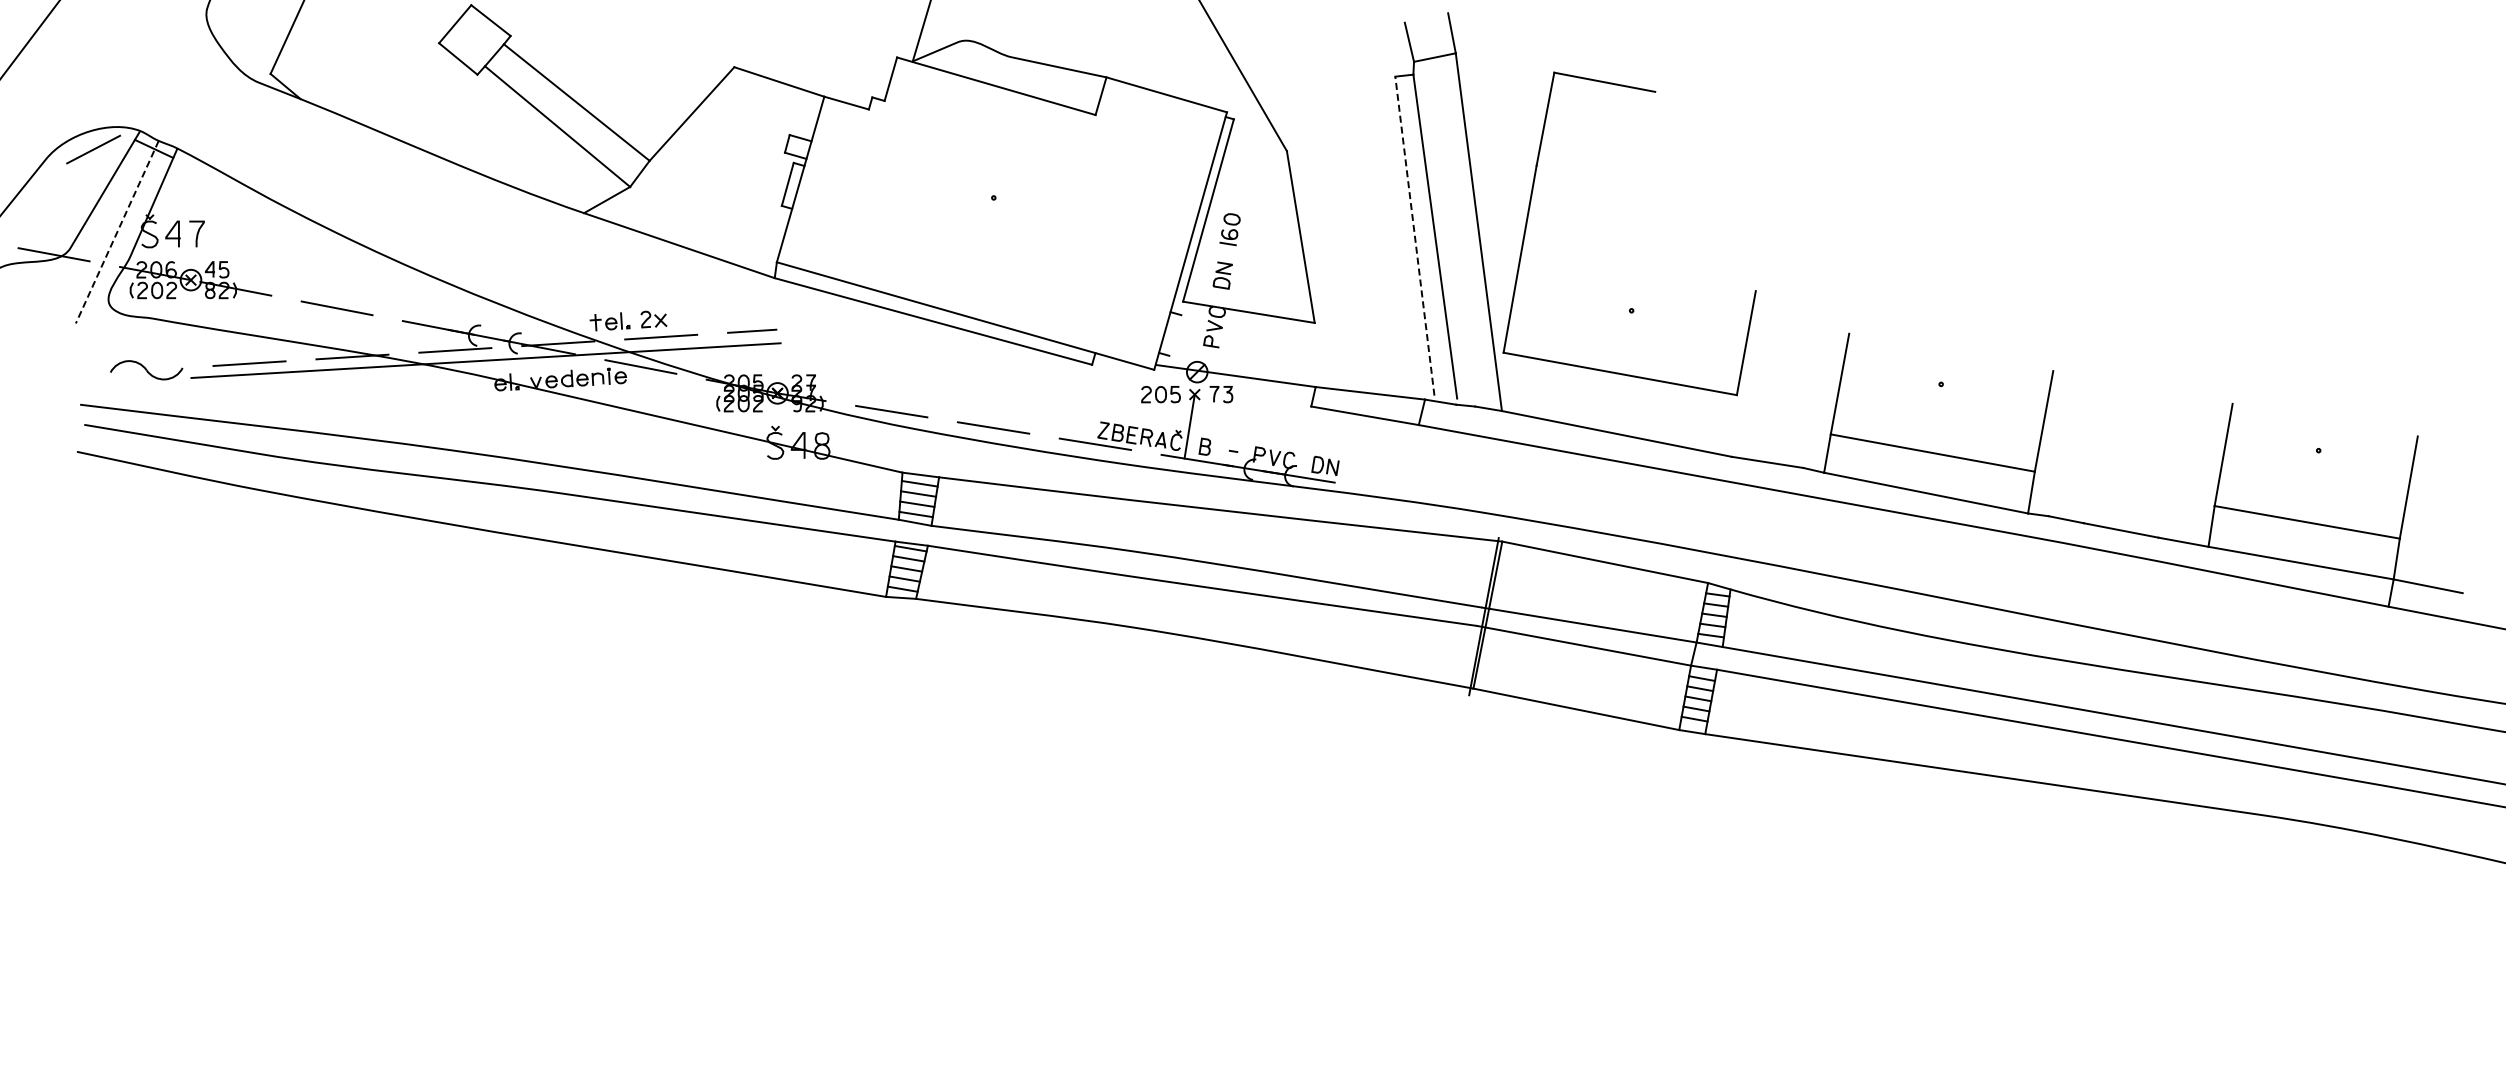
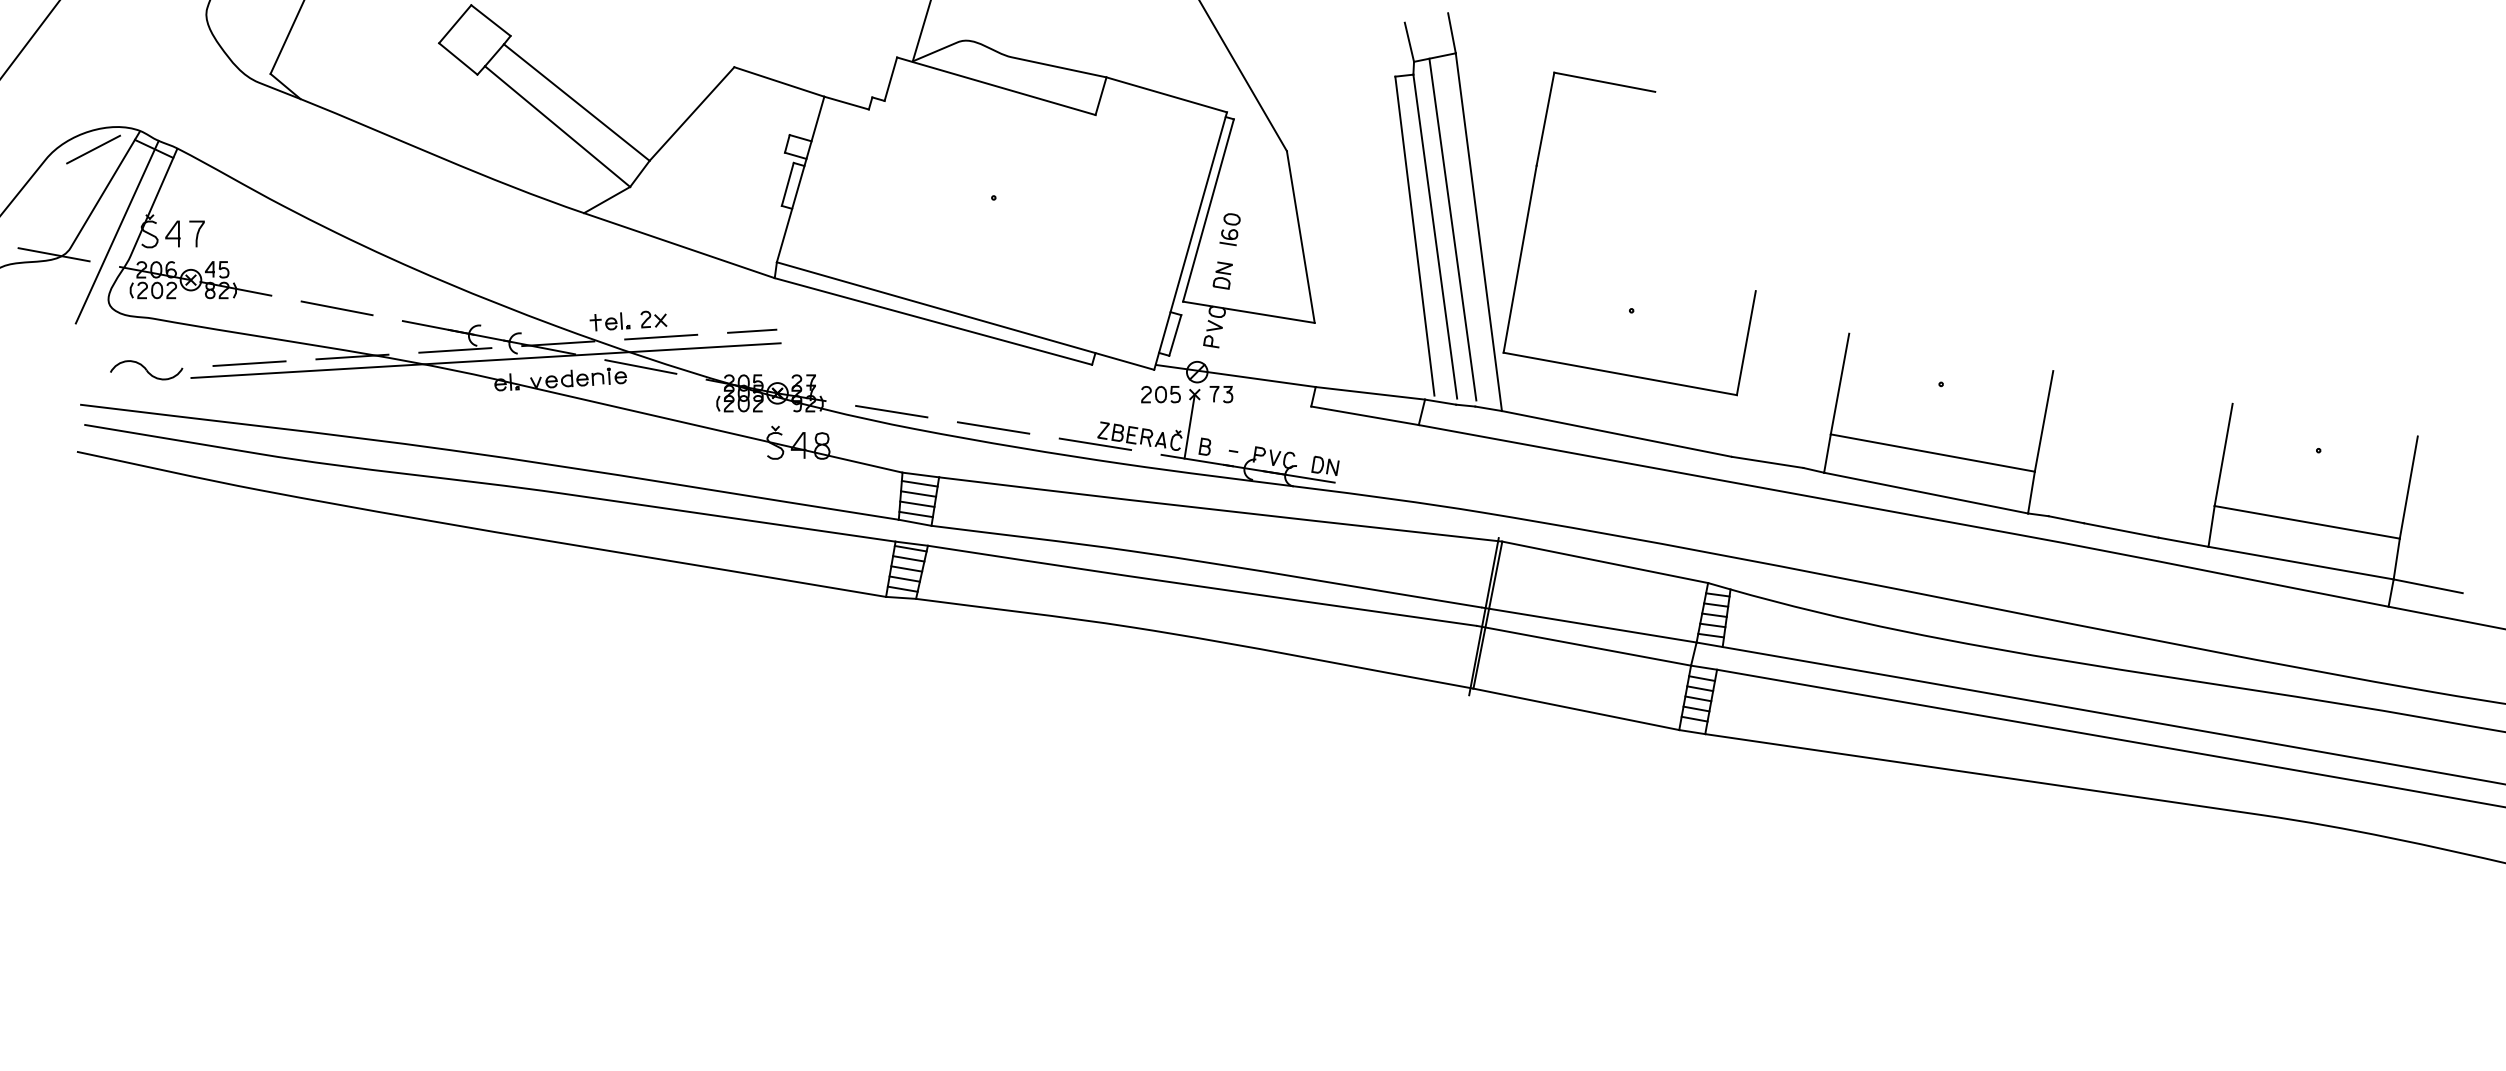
line at (1452, 229): none -> present
line at (117, 232): dashed -> solid
line at (1414, 236): dashed -> solid
line at (1175, 335): none -> present
